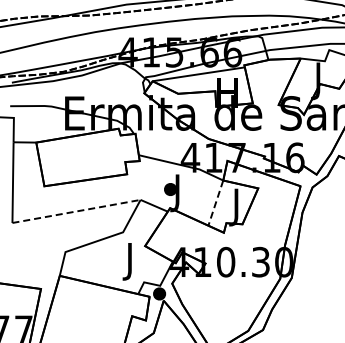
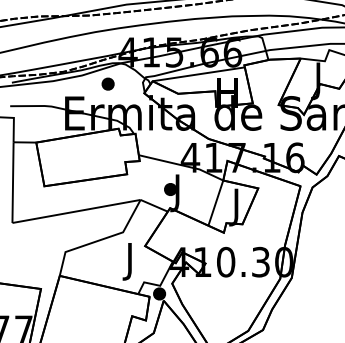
part at (107, 83): none -> present
line at (215, 203): dashed -> solid
line at (77, 211): dashed -> solid
